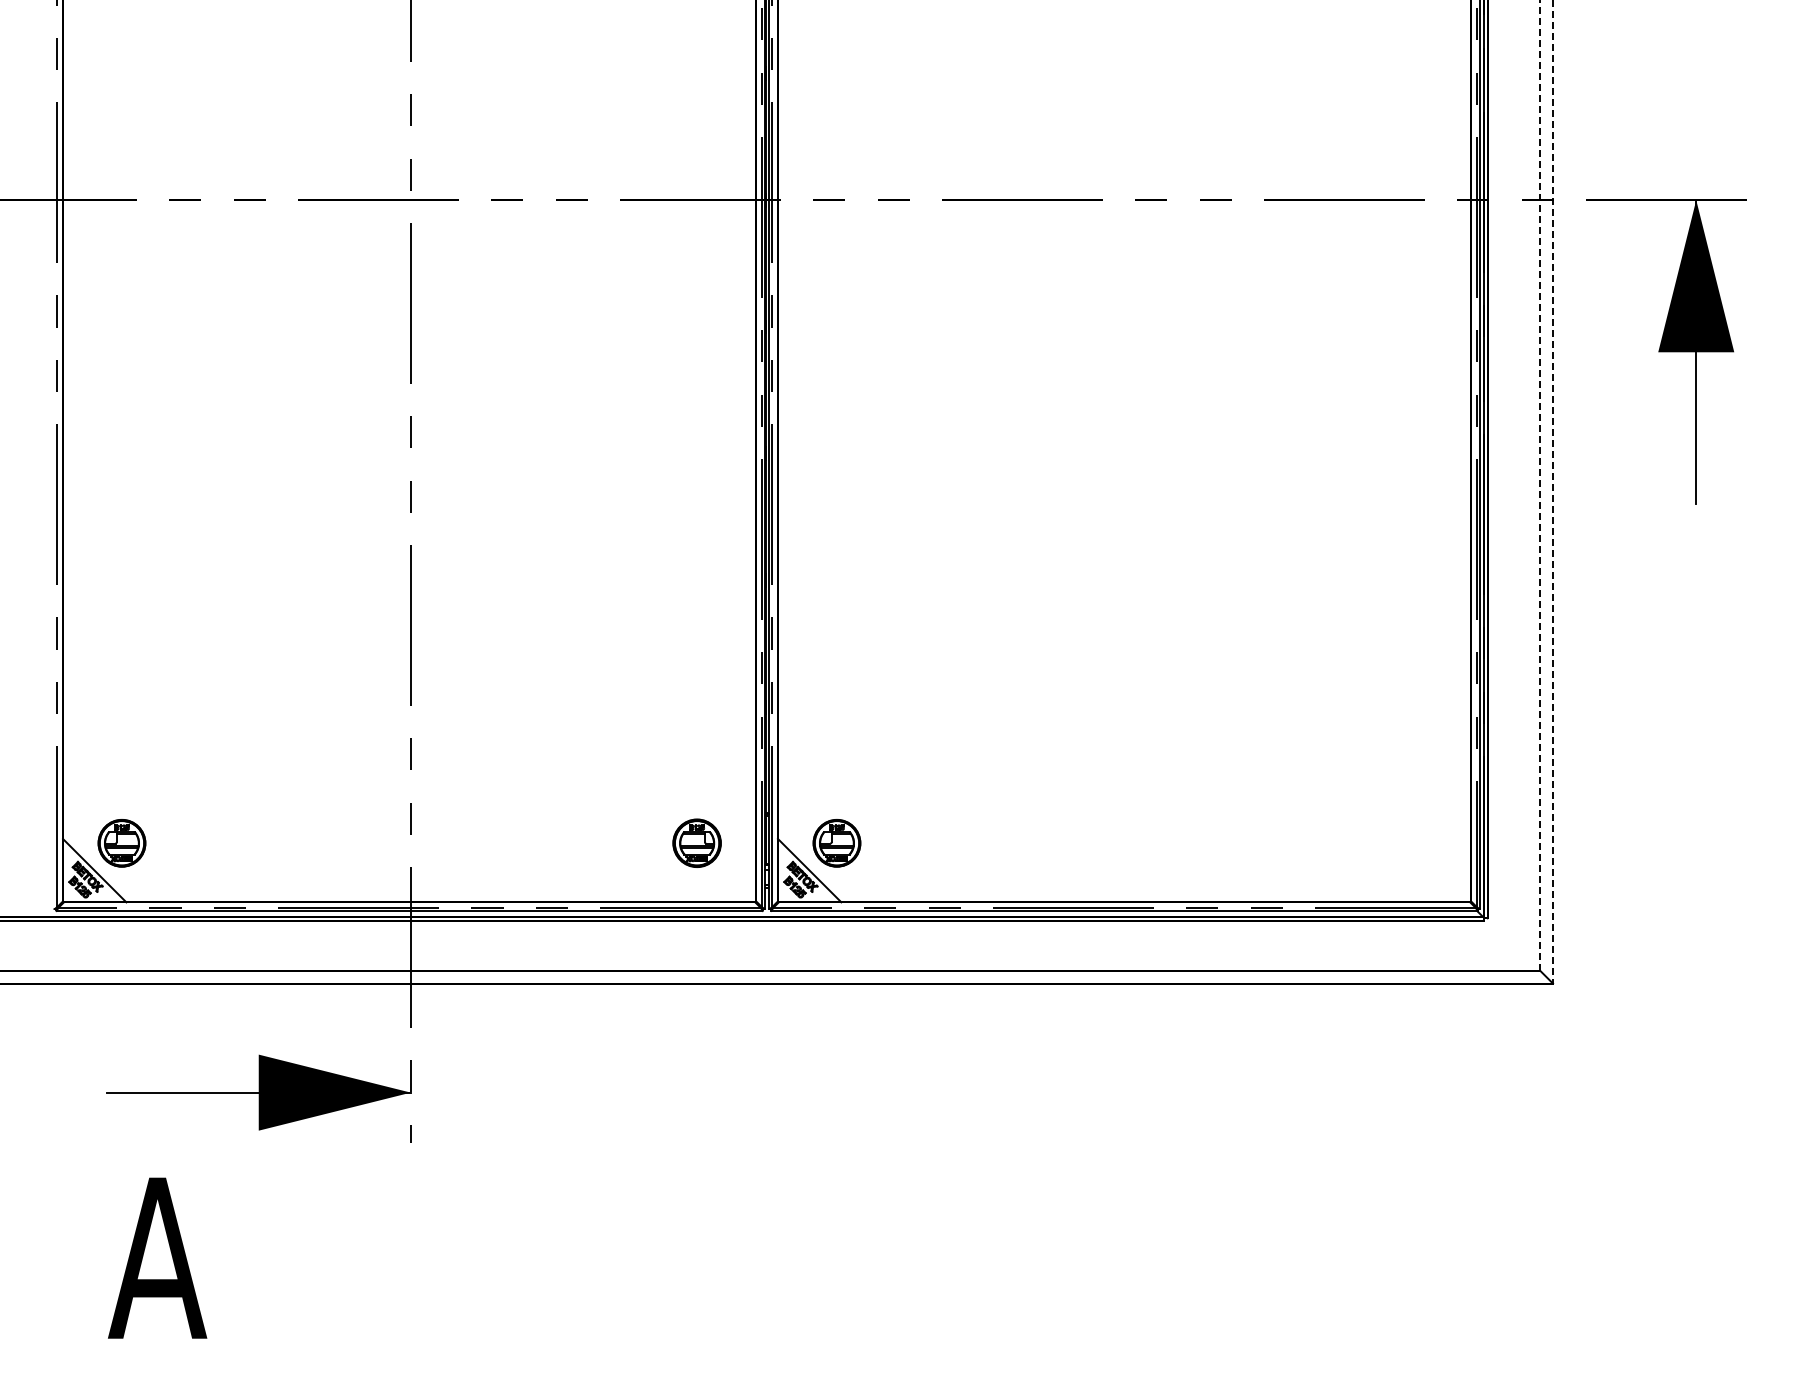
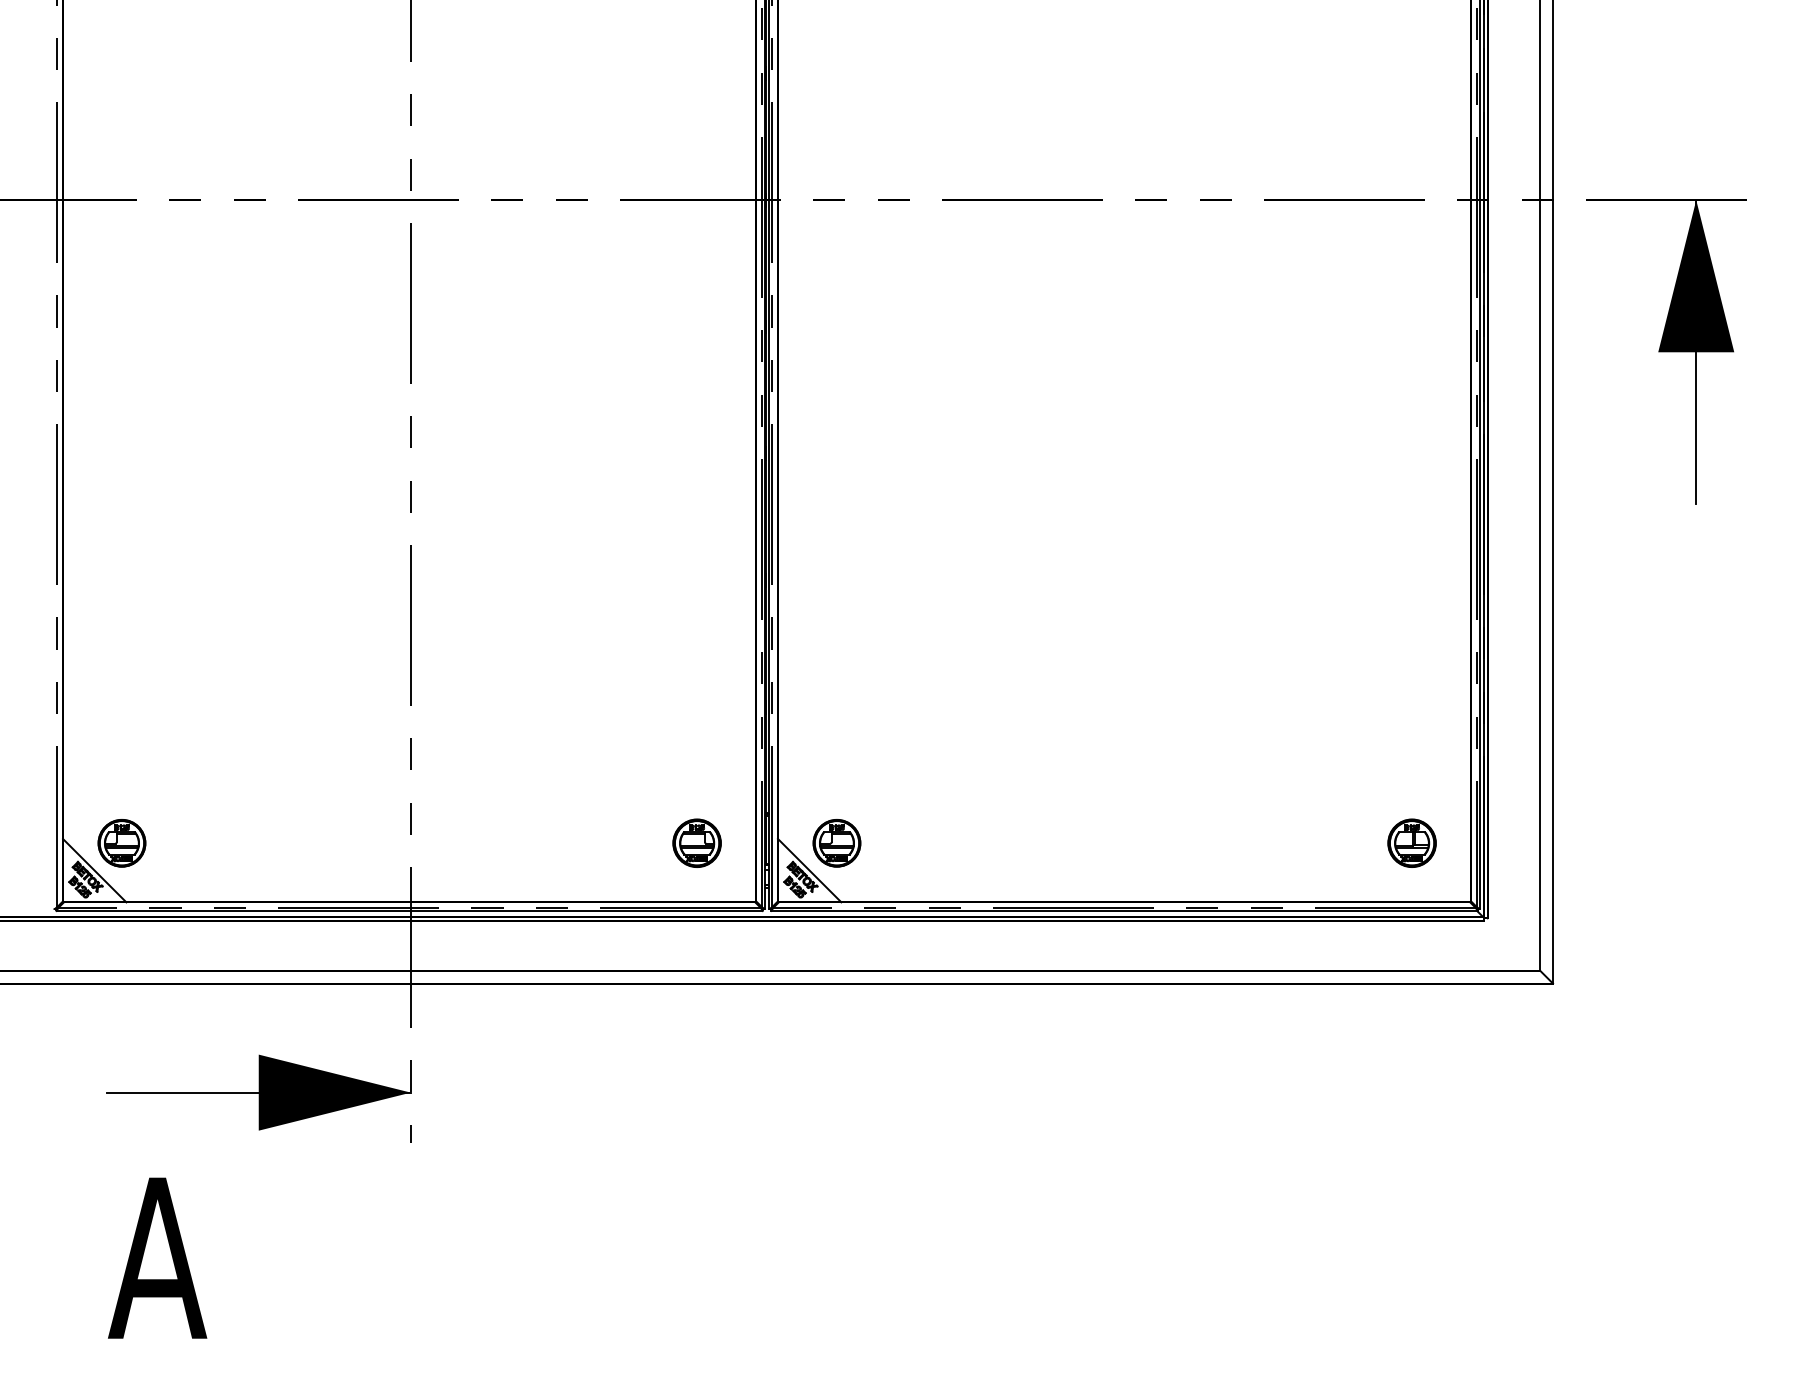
line at (1540, 485): dashed -> solid
line at (1553, 492): dashed -> solid
part at (1411, 842): none -> present
